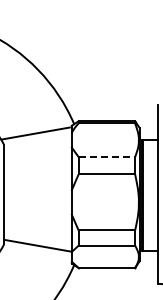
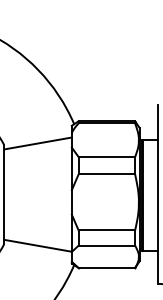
line at (35, 133) position: (35, 133) -> (37, 143)
line at (107, 157): dashed -> solid
